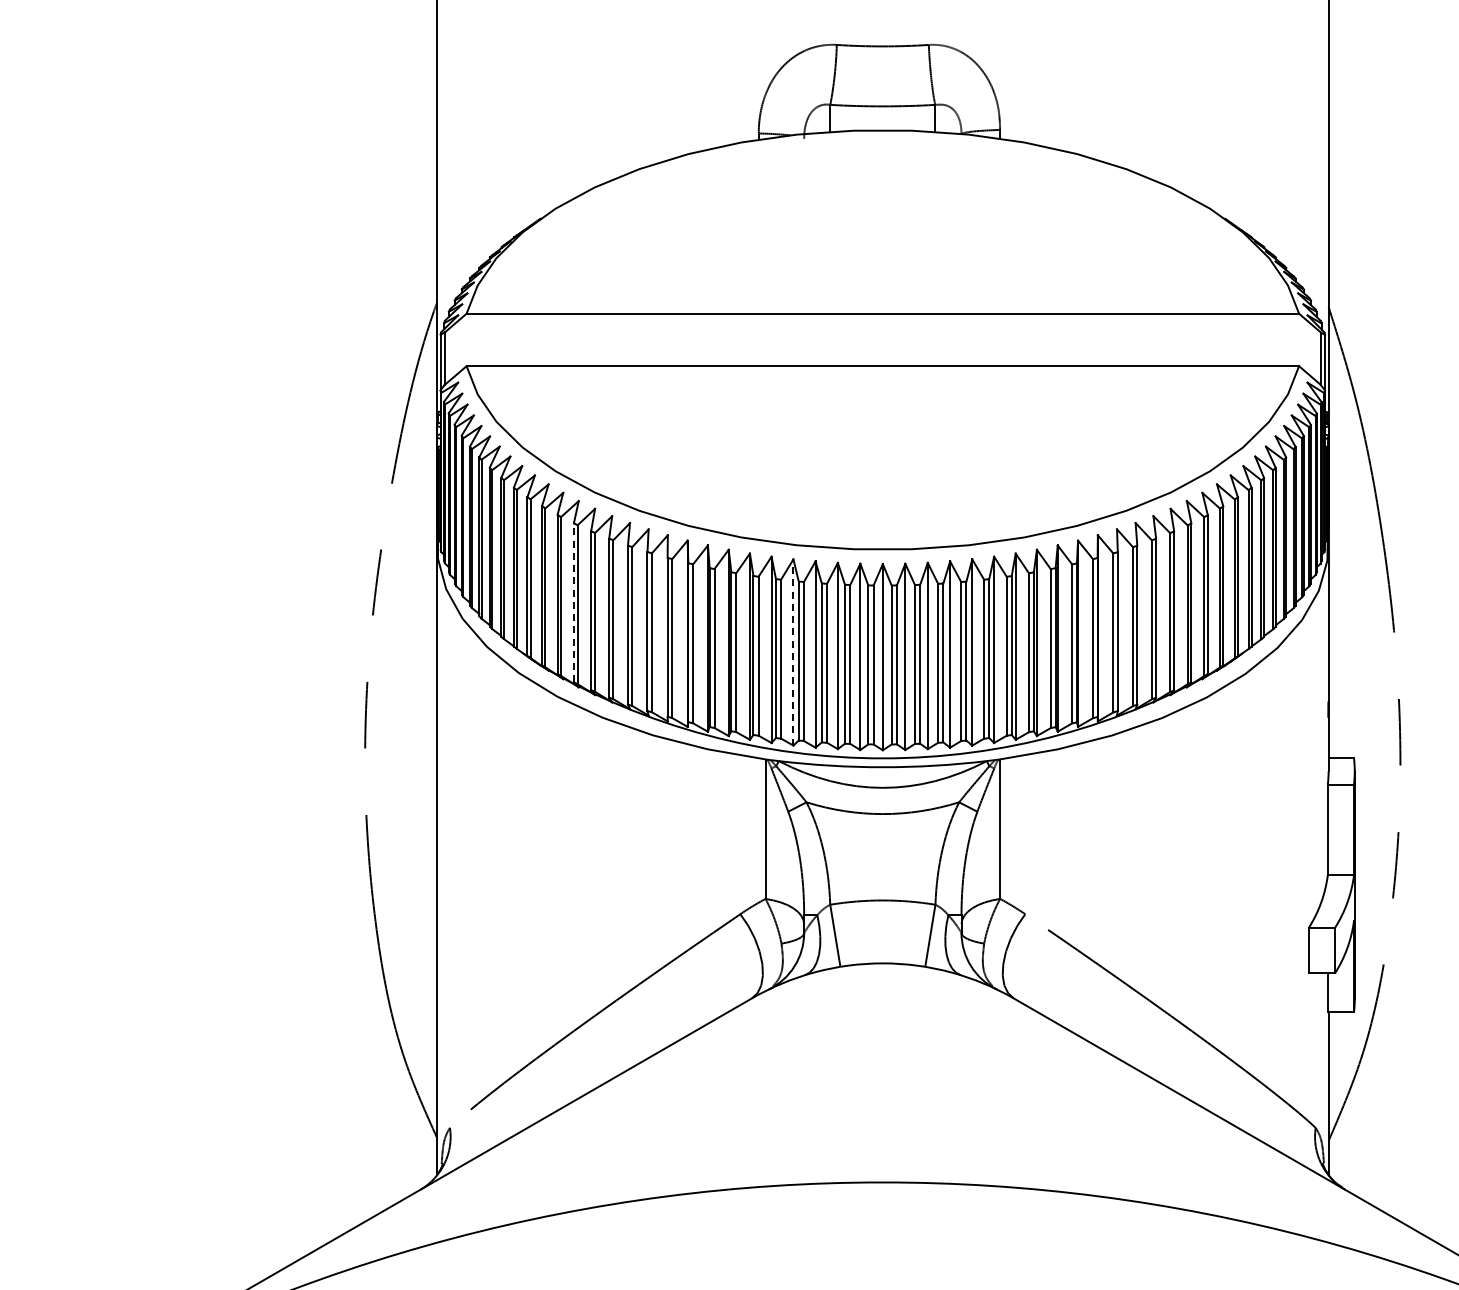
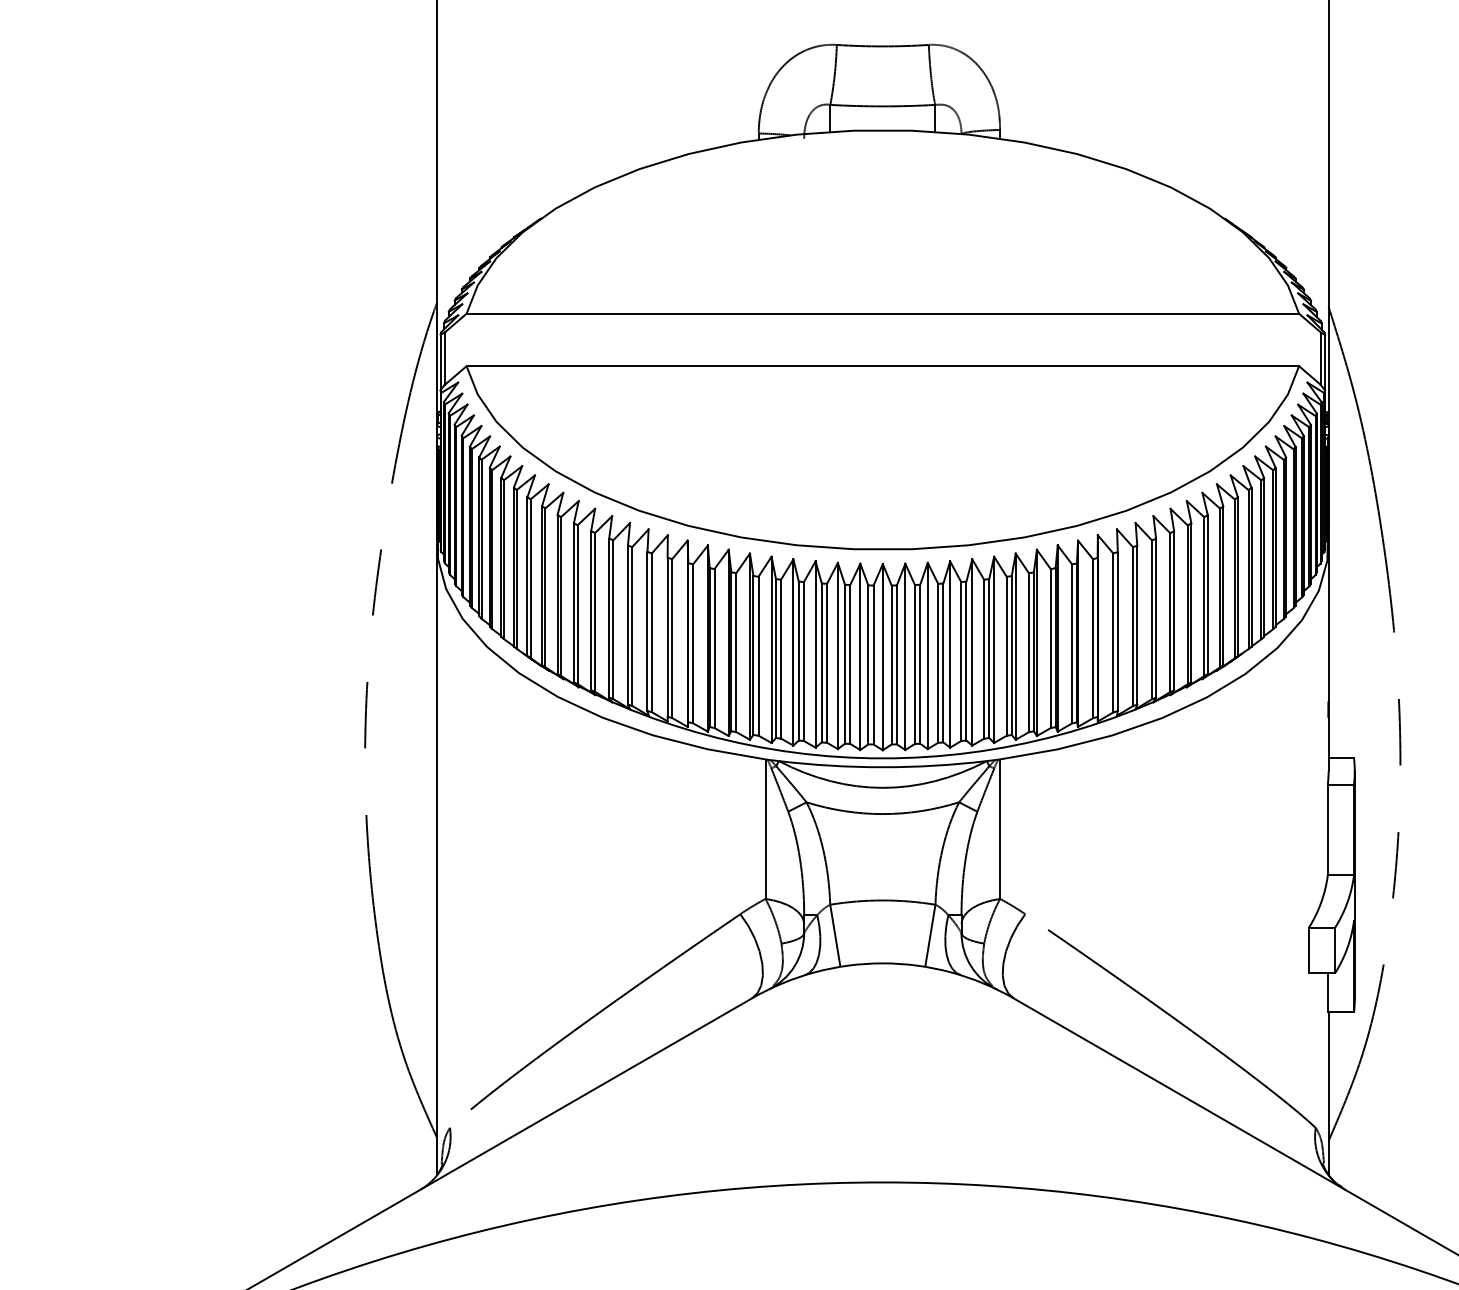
line at (573, 602): dashed -> solid
line at (793, 651): dashed -> solid
